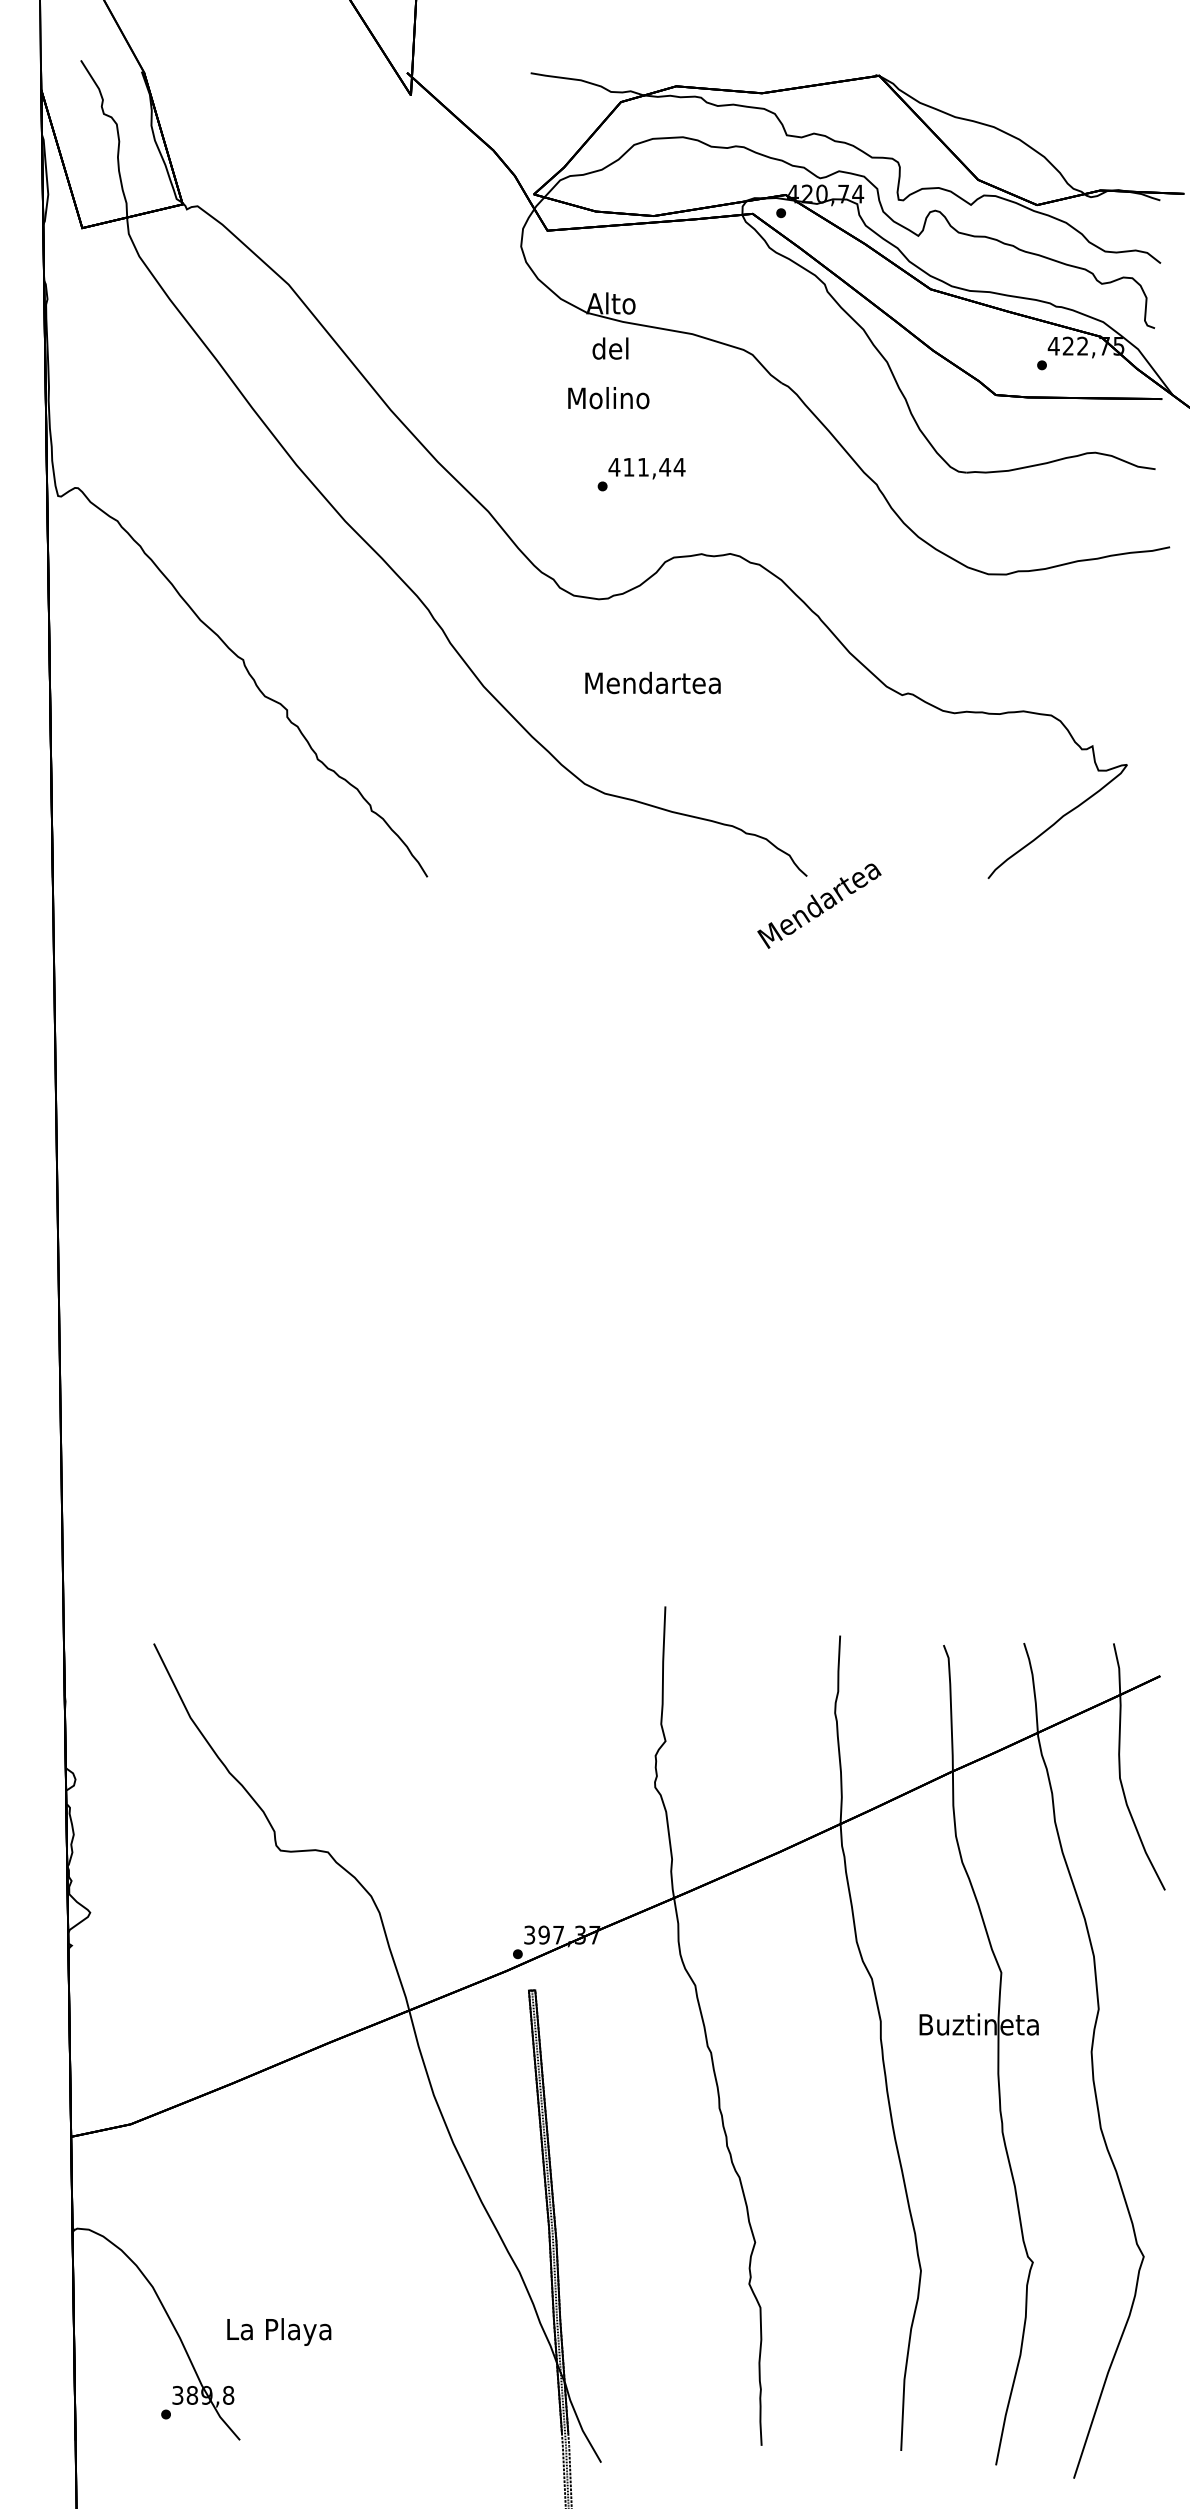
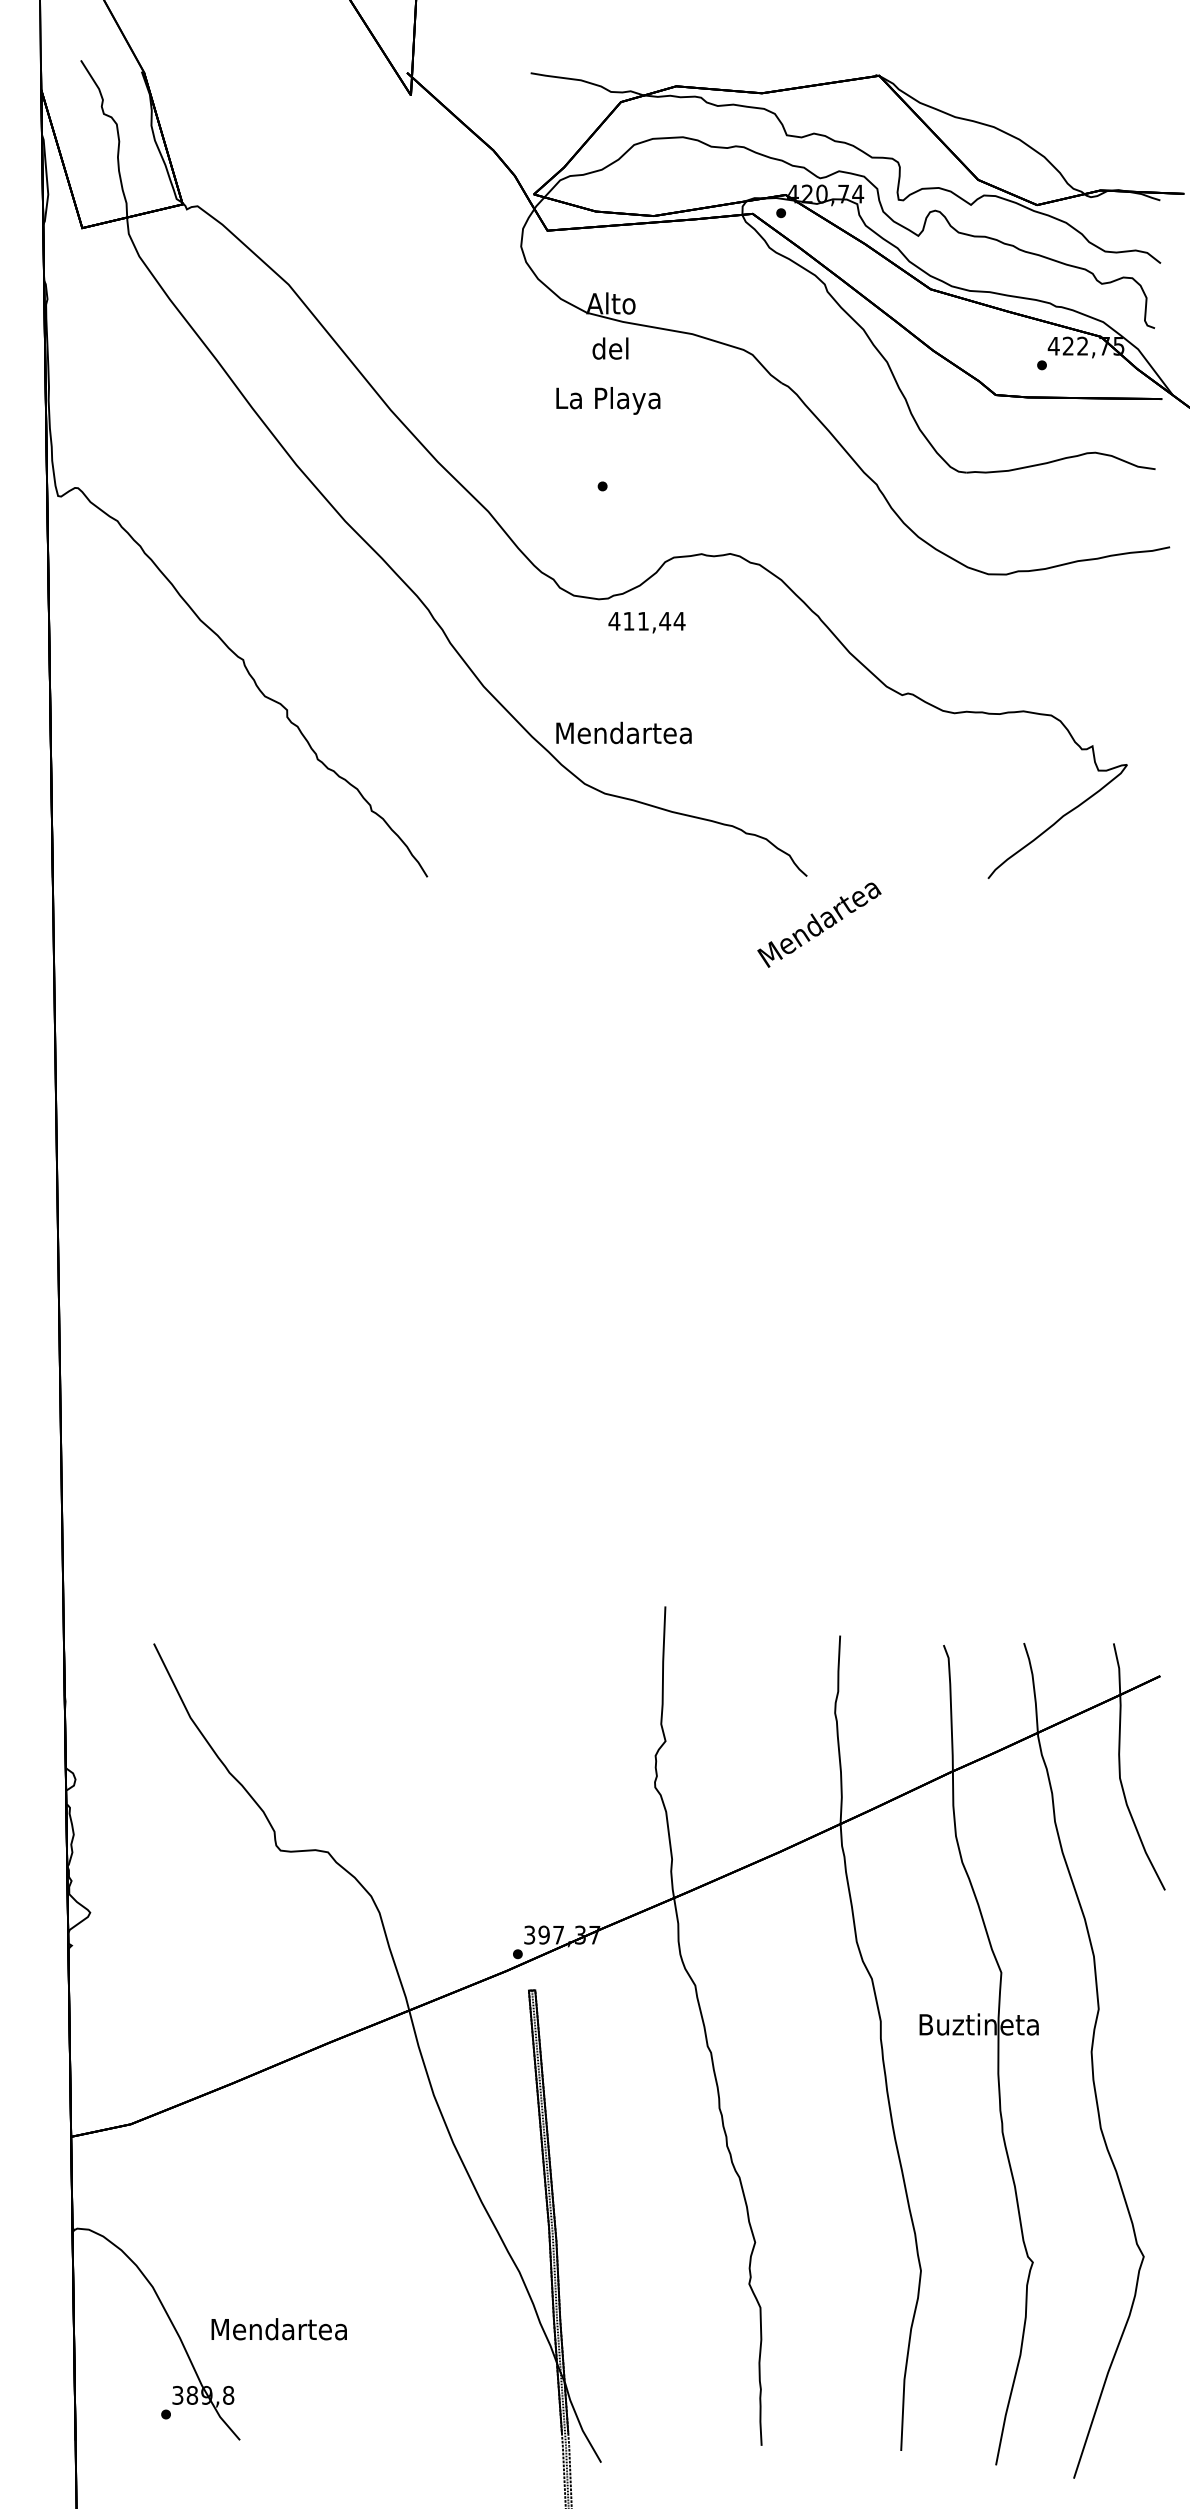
text at (608, 400): Molino -> La Playa
text at (646, 468) position: (646, 468) -> (646, 622)
text at (652, 682) position: (652, 682) -> (623, 732)
text at (819, 905) position: (819, 905) -> (819, 924)
text at (278, 2331): La Playa -> Mendartea
